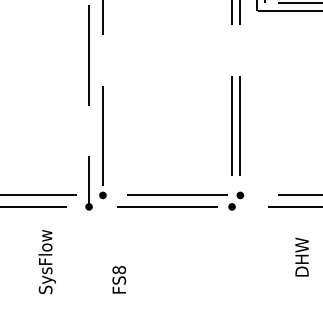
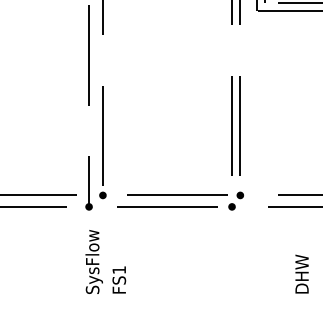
text at (301, 256) position: (301, 256) -> (301, 273)
text at (46, 261) position: (46, 261) -> (93, 261)
text at (119, 270): FS8 -> FS1
